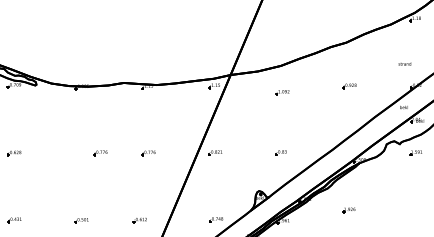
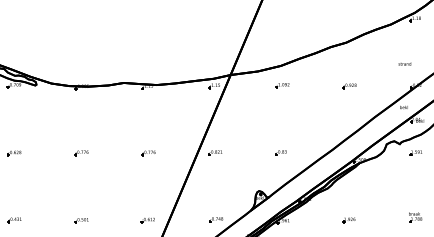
part at (282, 92) position: (282, 92) -> (282, 85)
part at (100, 153) position: (100, 153) -> (81, 153)
part at (348, 210) position: (348, 210) -> (348, 220)
part at (415, 217): none -> present
part at (139, 220) position: (139, 220) -> (147, 220)
